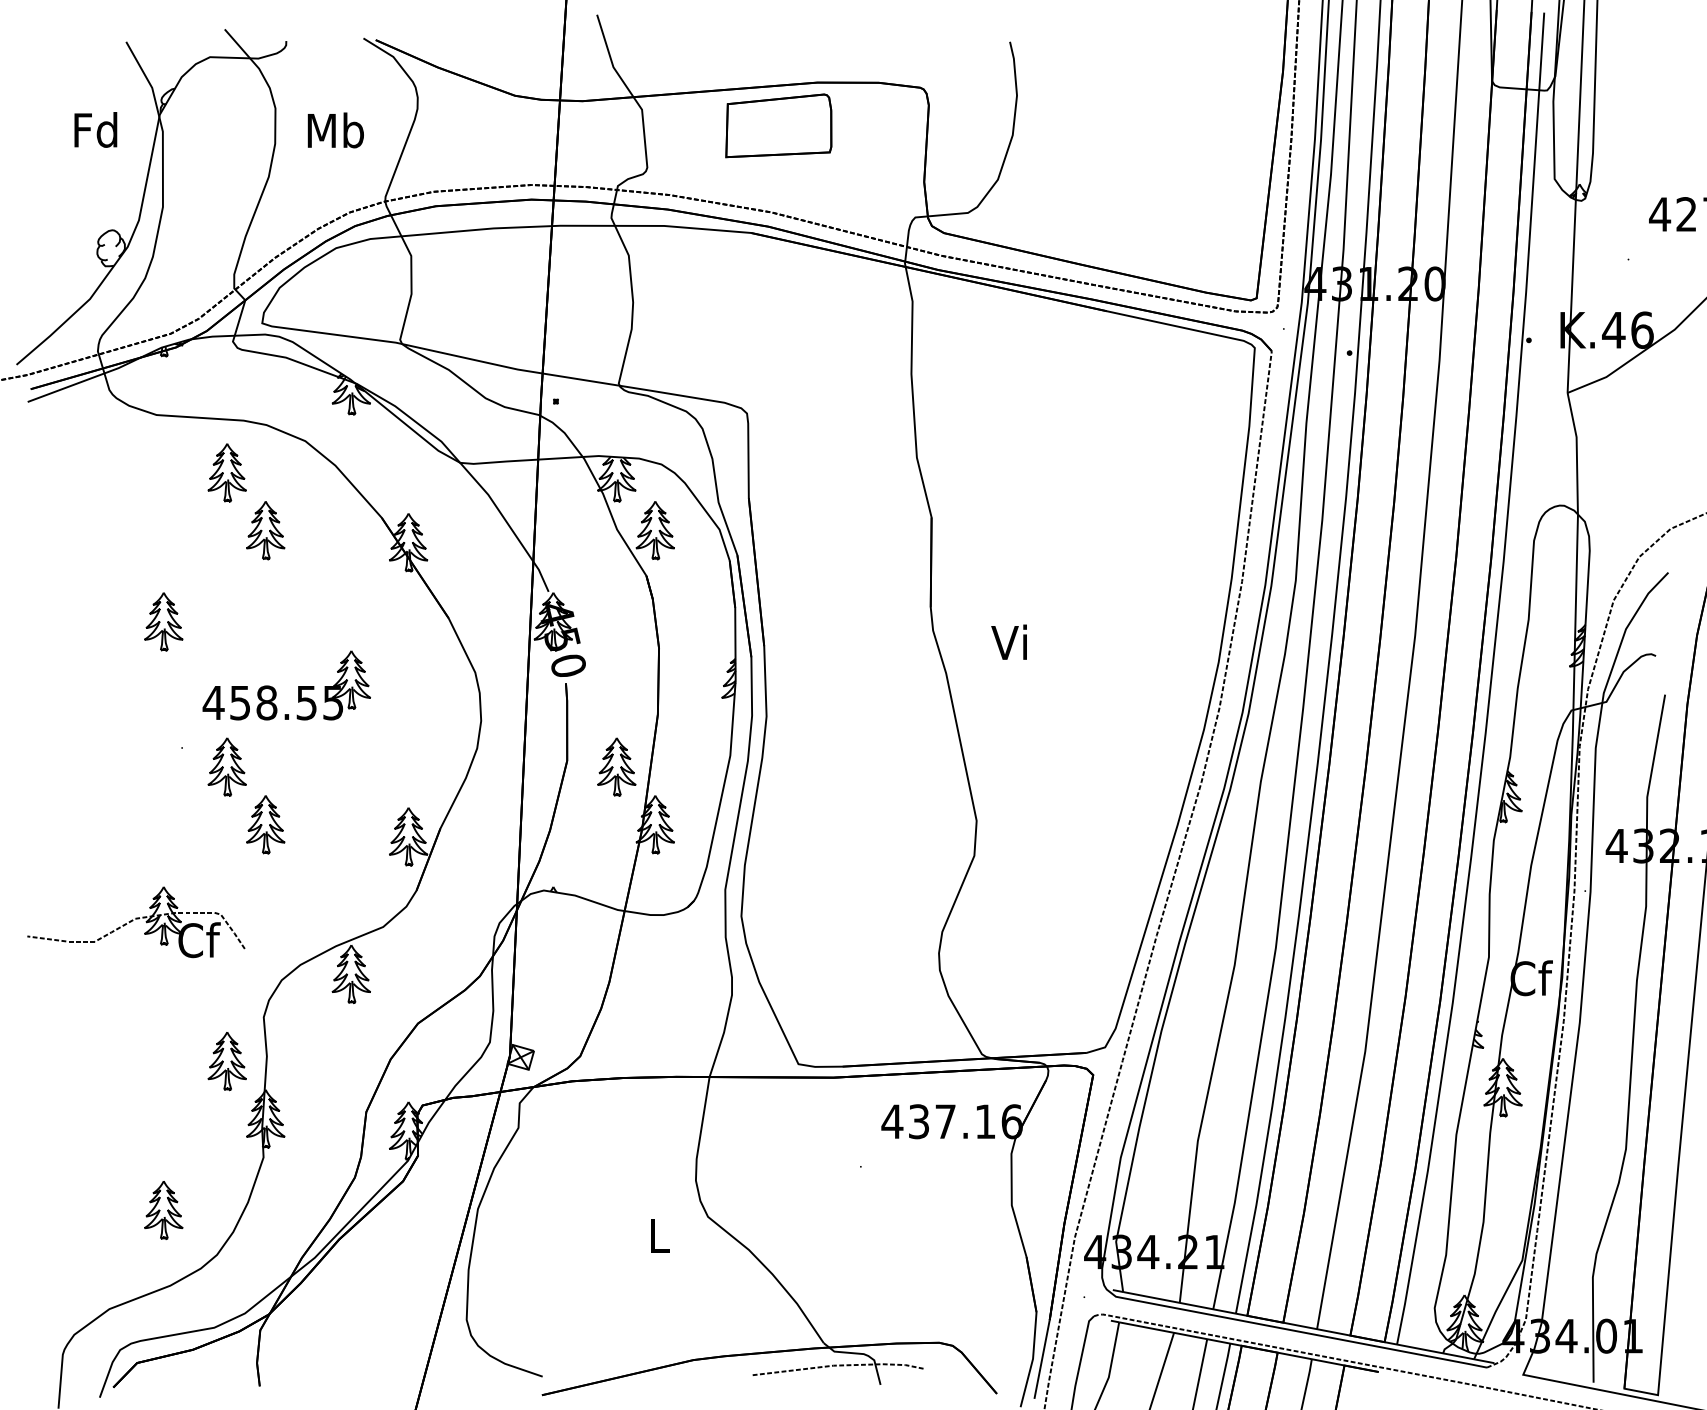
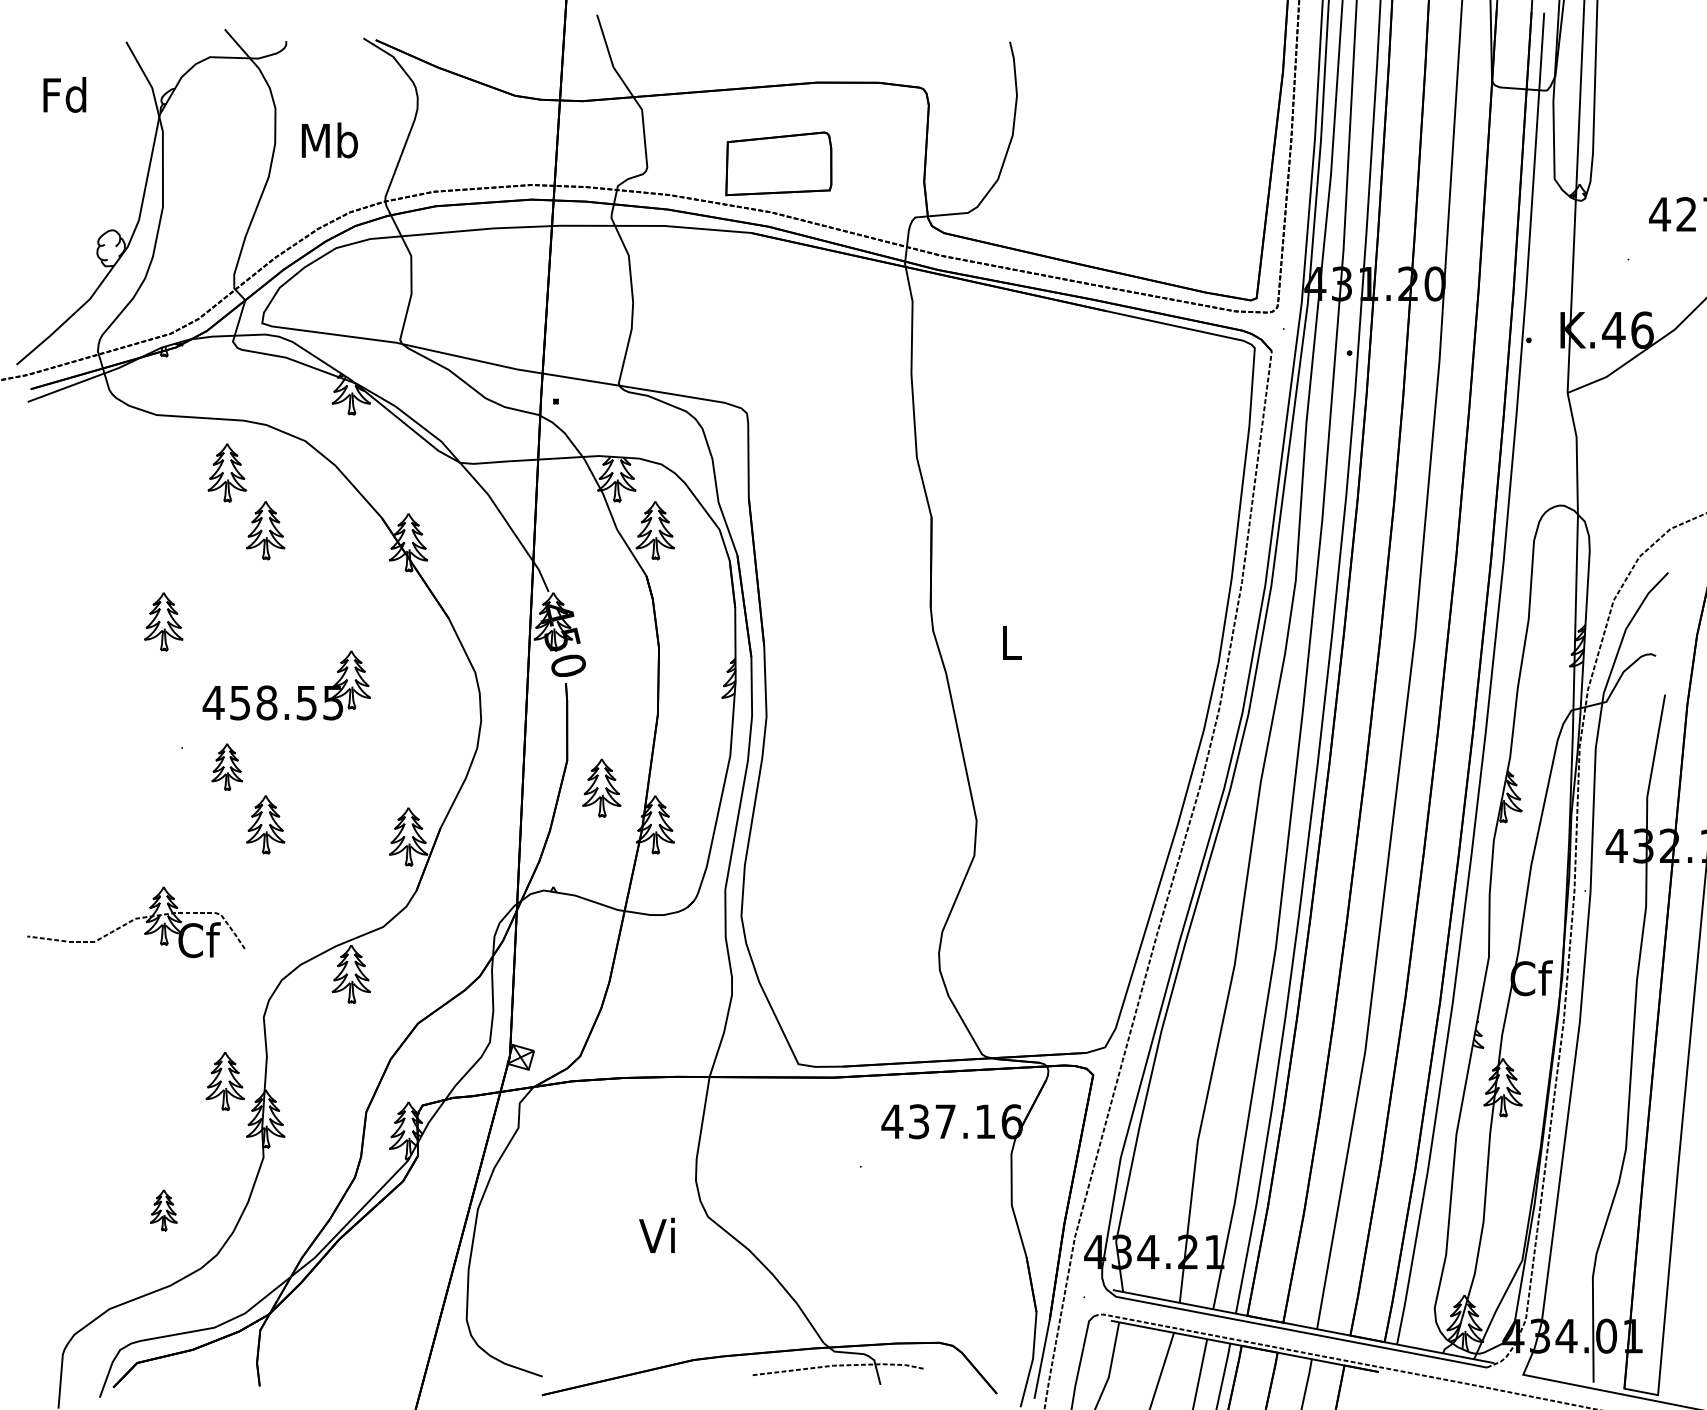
part at (778, 125) position: (778, 125) -> (778, 163)
text at (95, 129) position: (95, 129) -> (64, 94)
text at (335, 130) position: (335, 130) -> (329, 140)
text at (1008, 641): Vi -> L
part at (226, 766) size: 40x60 px -> 32x49 px
part at (616, 766) position: (616, 766) -> (601, 787)
part at (226, 1061) position: (226, 1061) -> (224, 1081)
part at (163, 1210) size: 40x59 px -> 28x43 px
text at (656, 1235): L -> Vi
